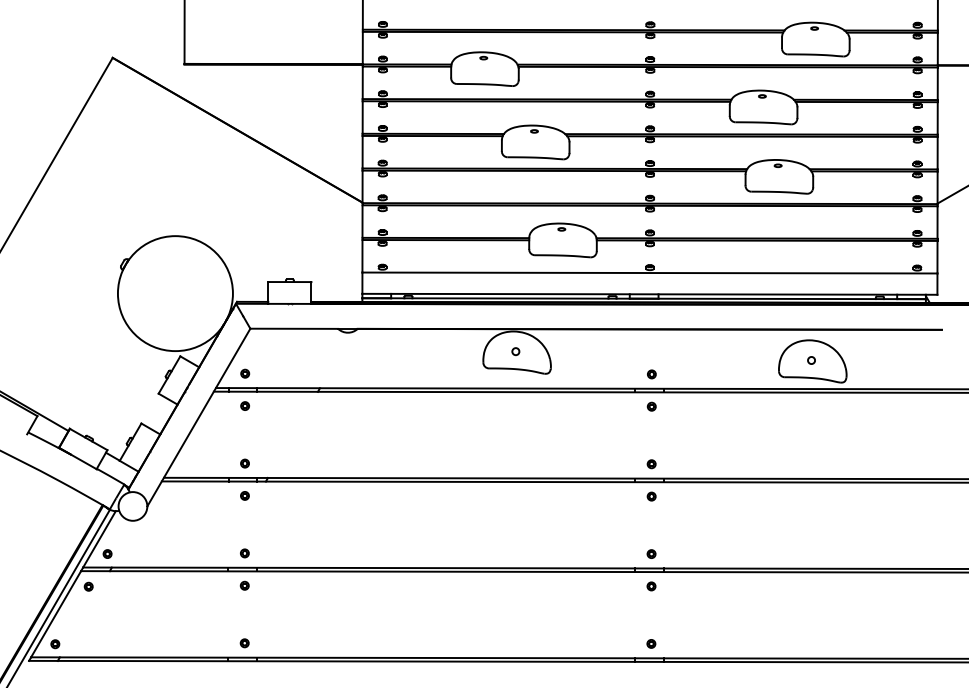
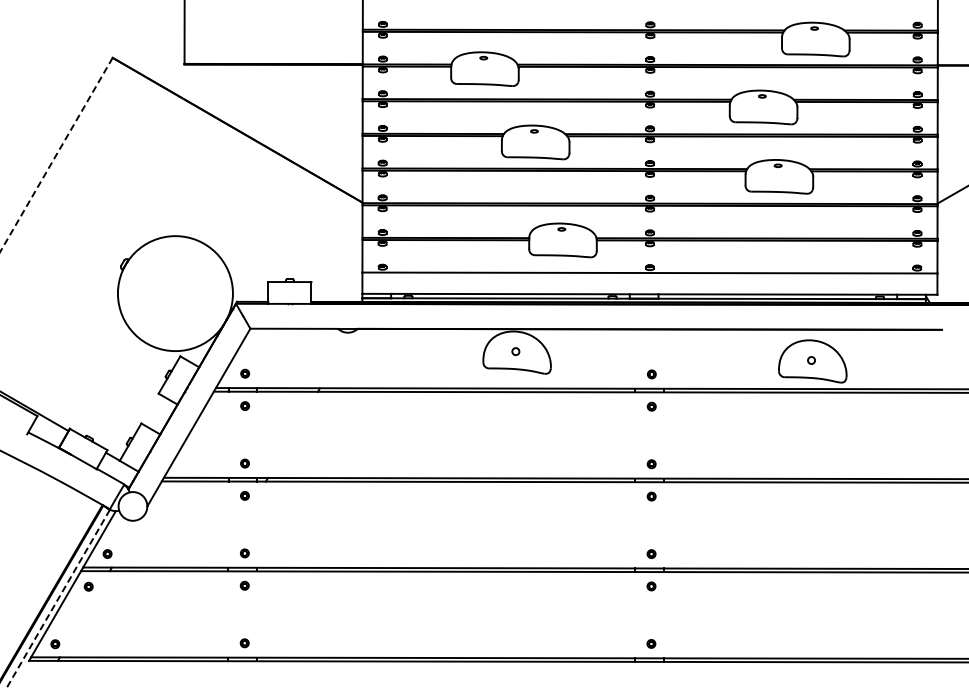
line at (56, 155): solid -> dashed
line at (58, 598): solid -> dashed
